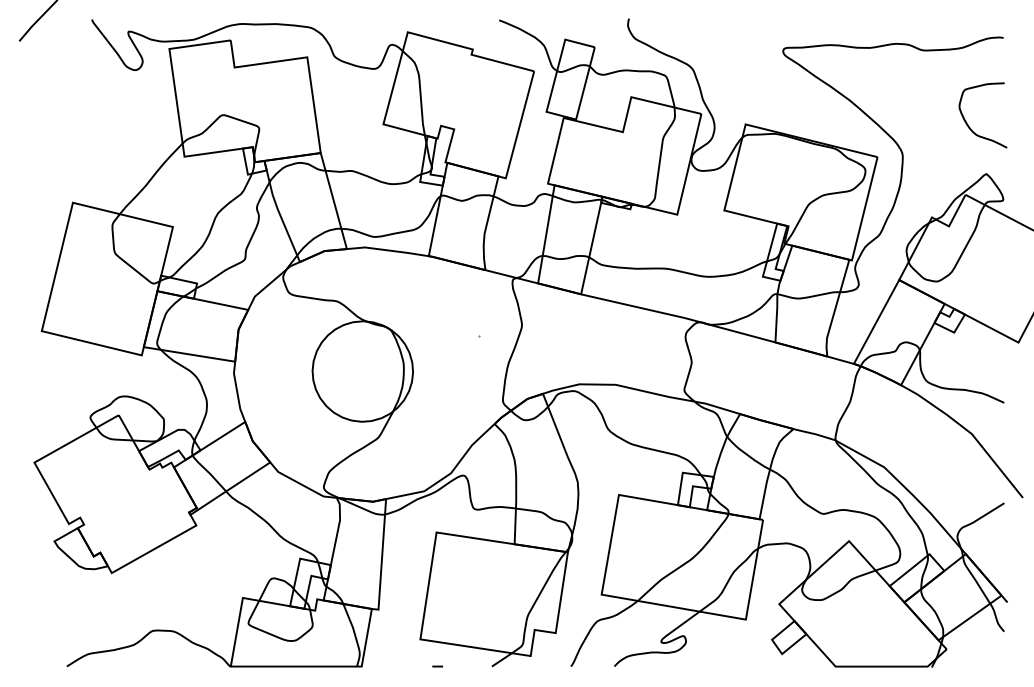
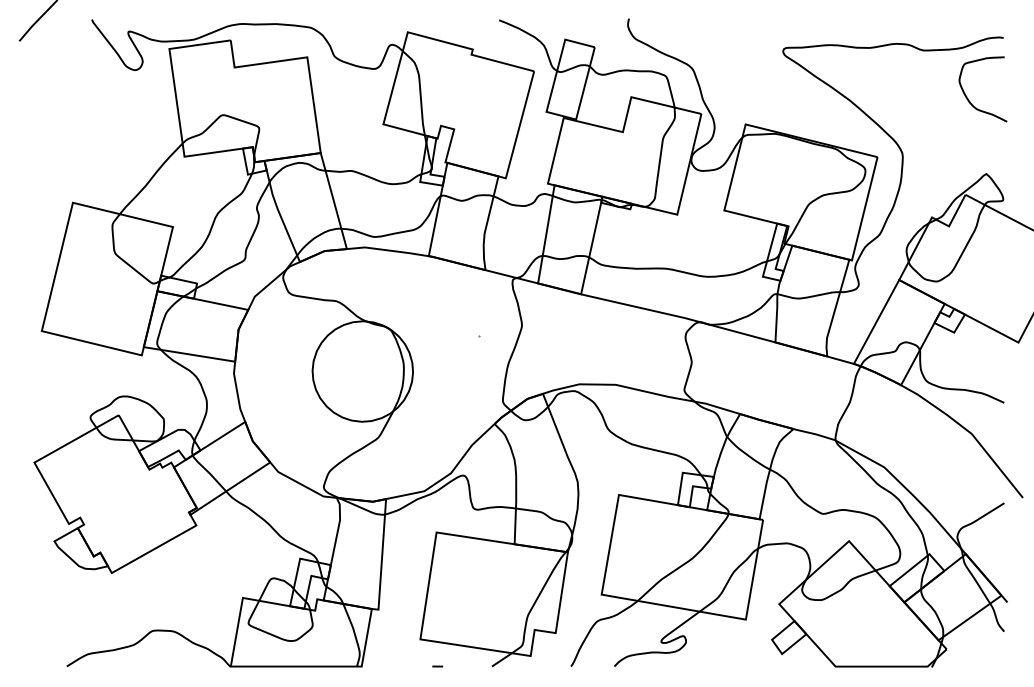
curve at (967, 122) position: (967, 122) -> (967, 96)
